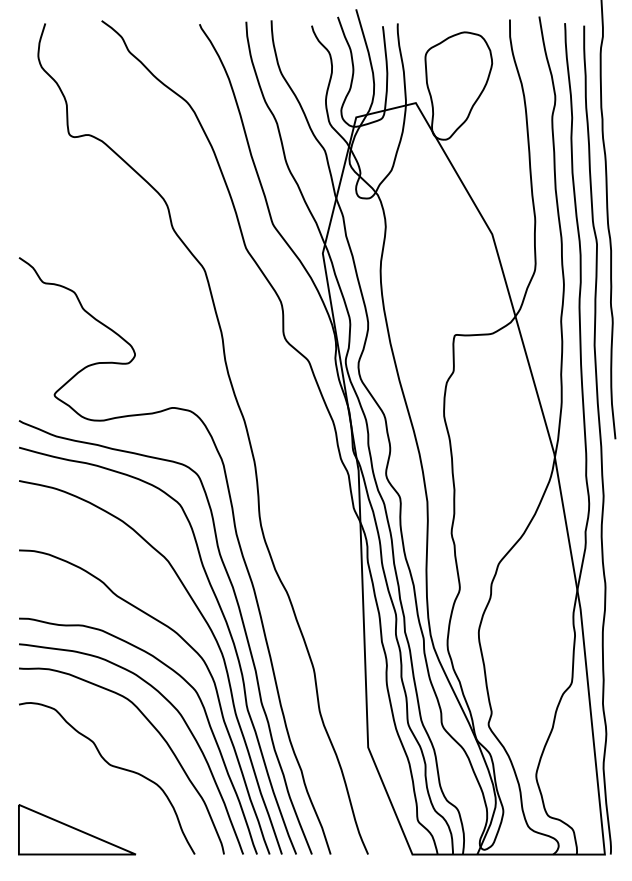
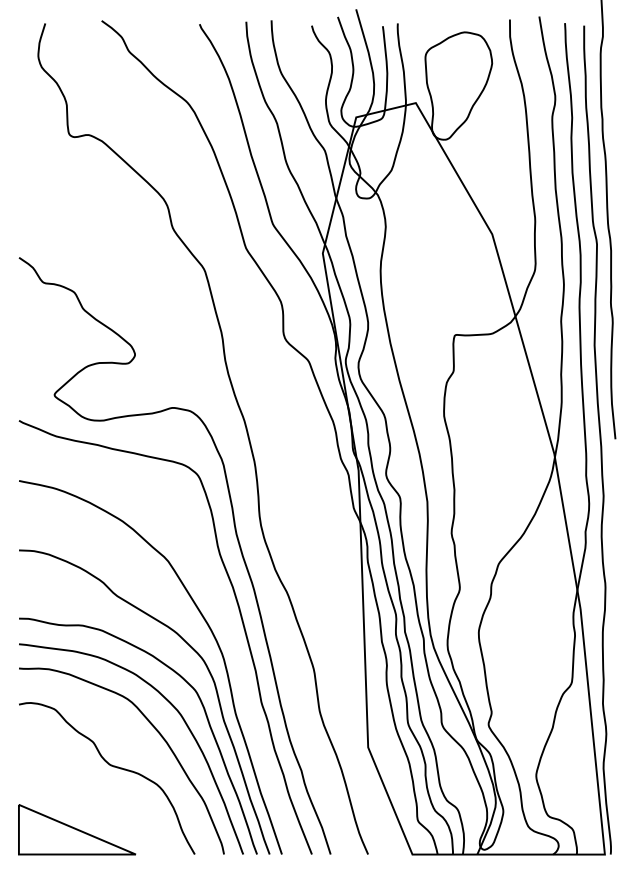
curve at (225, 623): present -> none
